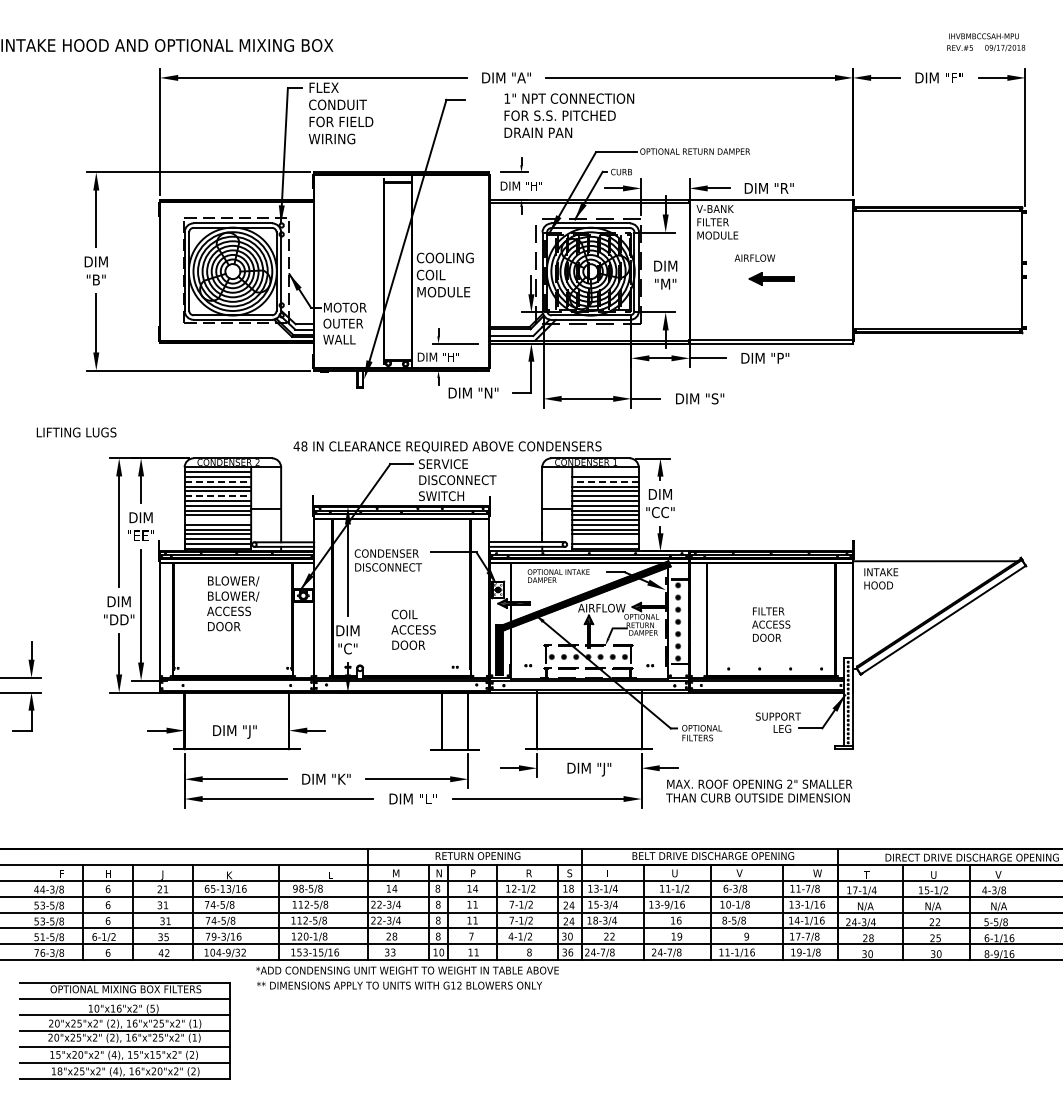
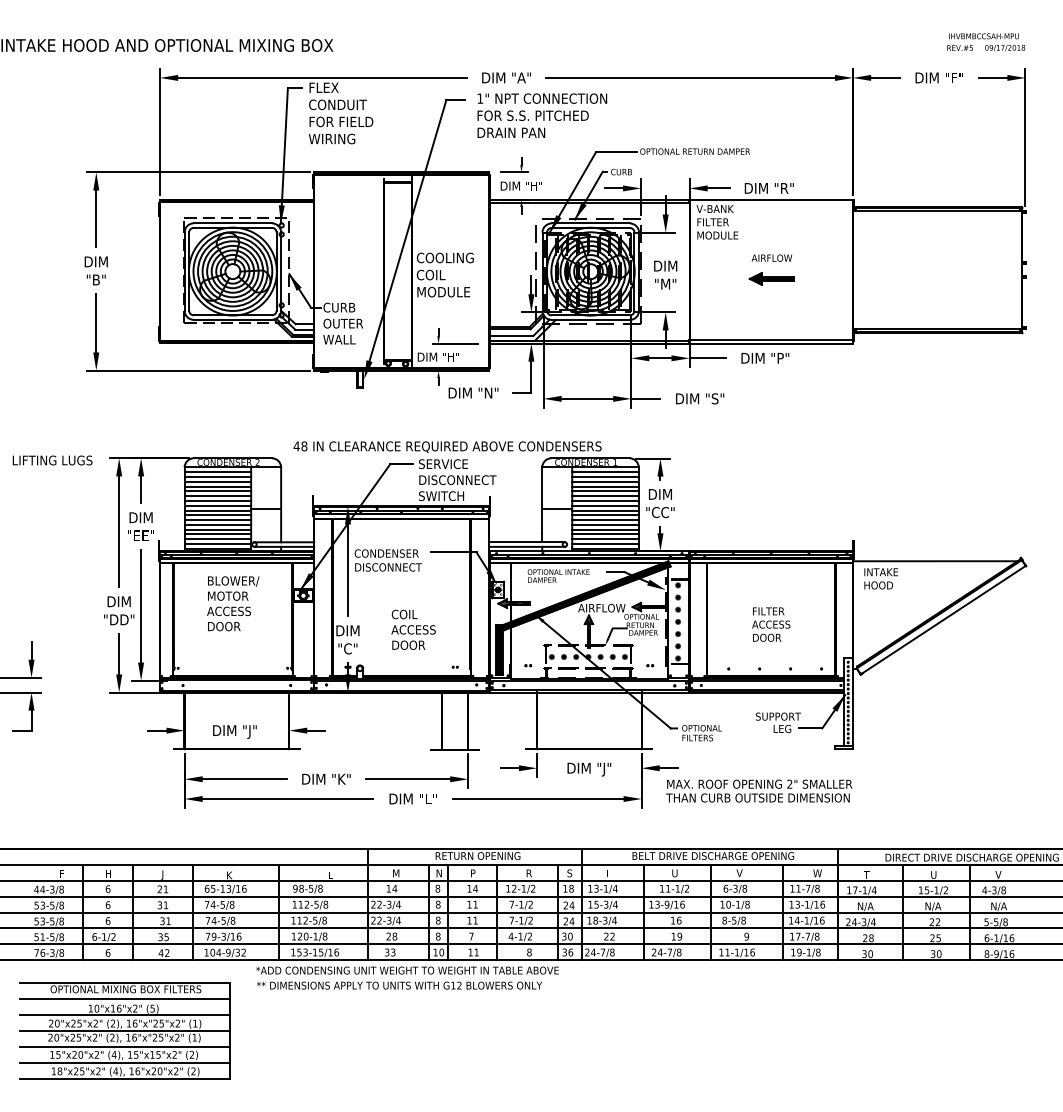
text at (569, 115) position: (569, 115) -> (542, 115)
text at (754, 257) position: (754, 257) -> (771, 257)
text at (344, 307): MOTOR -> CURB
text at (76, 432) position: (76, 432) -> (52, 460)
line at (605, 472): none -> present
line at (218, 481): dashed -> solid
line at (605, 481): dashed -> solid
line at (218, 496): dashed -> solid
line at (217, 520): none -> present
line at (605, 539): none -> present
text at (234, 596): BLOWER/ -> MOTOR
